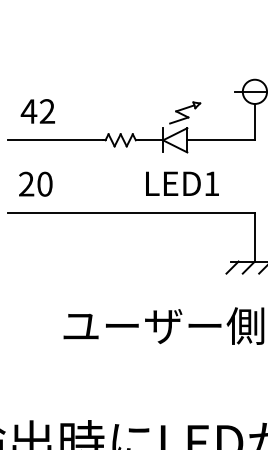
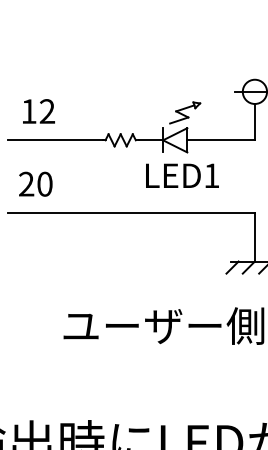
text at (28, 111): 42 -> 12
text at (182, 183) position: (182, 183) -> (182, 175)
